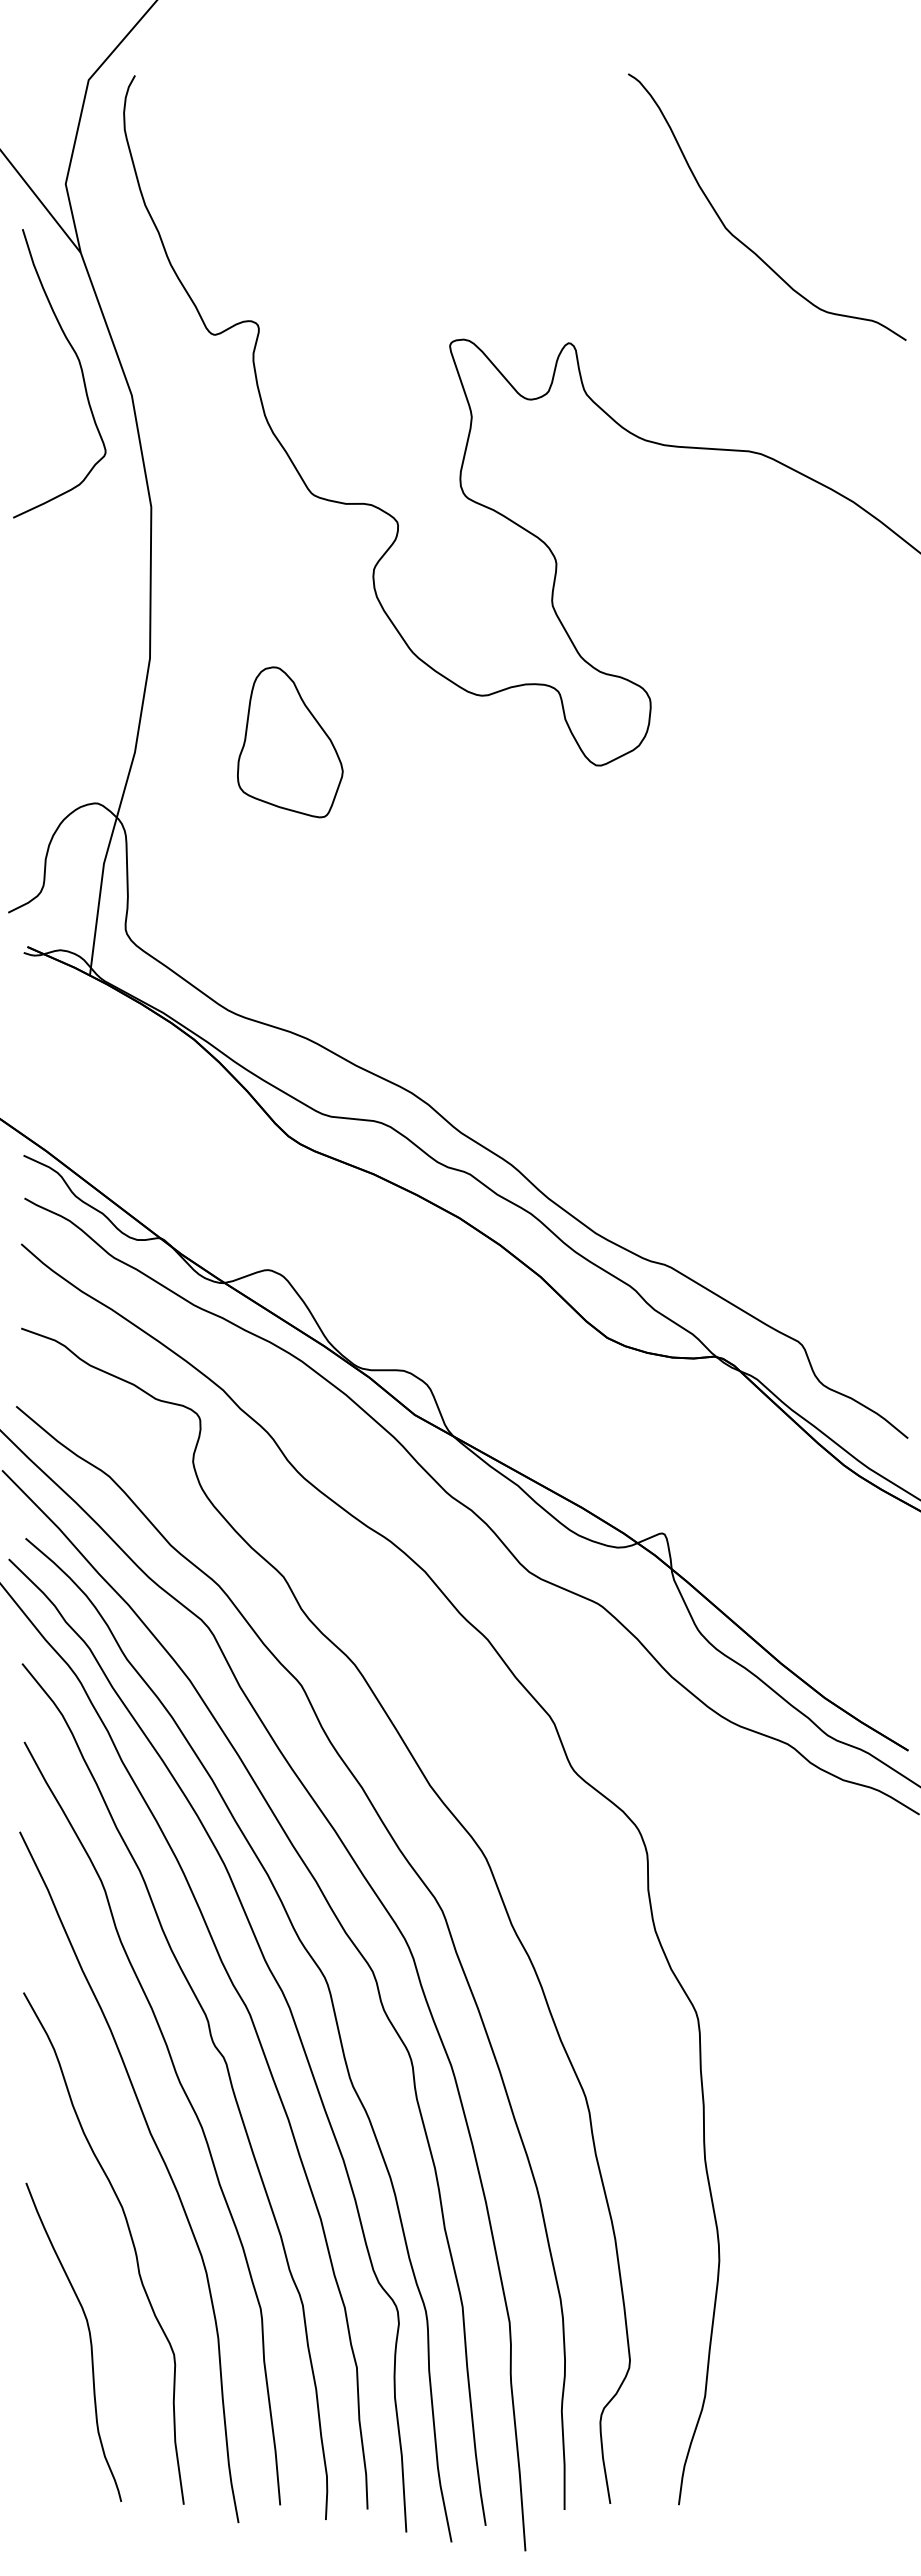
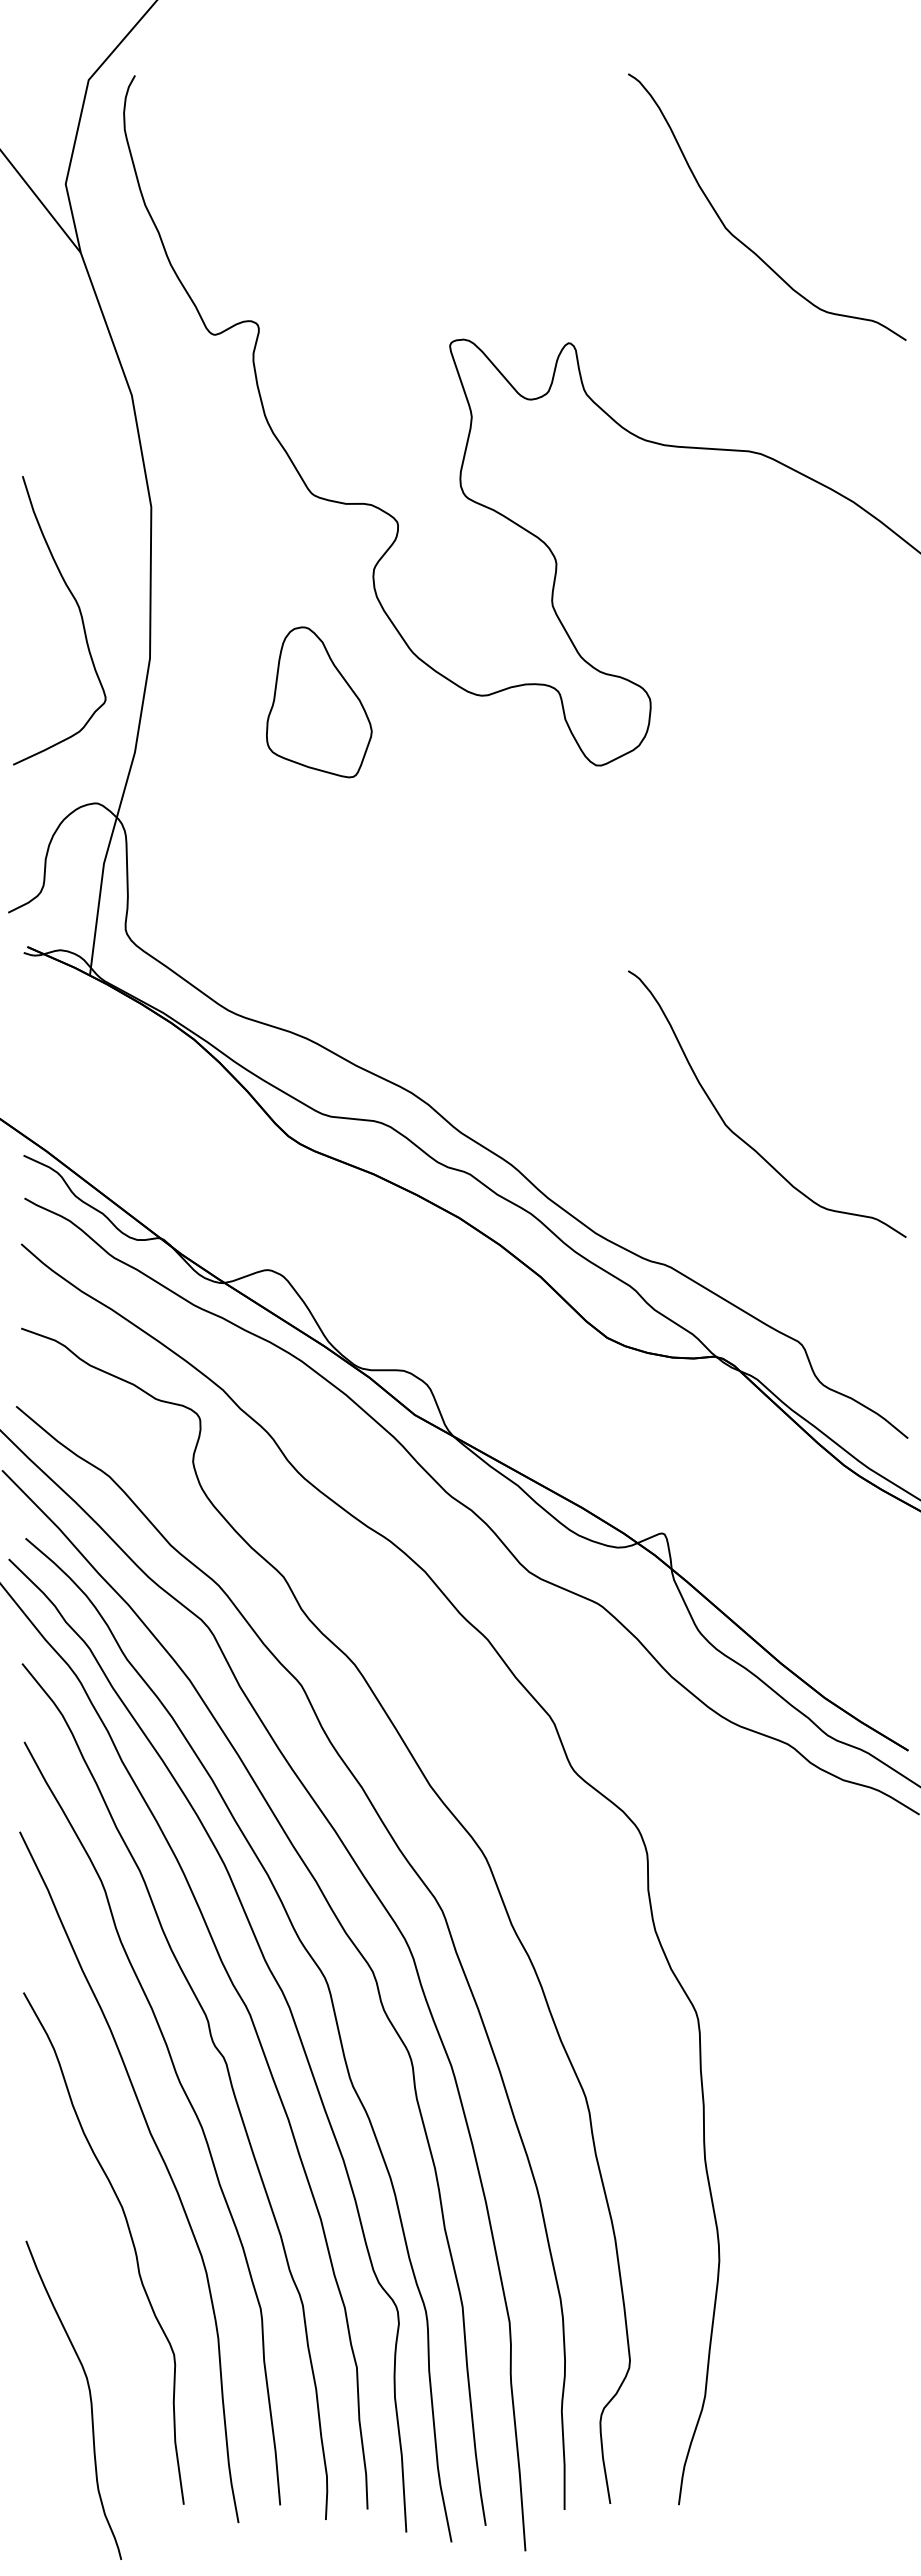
curve at (80, 369) position: (80, 369) -> (80, 616)
part at (290, 742) position: (290, 742) -> (319, 702)
curve at (737, 1134): none -> present
curve at (89, 2339) position: (89, 2339) -> (89, 2397)
